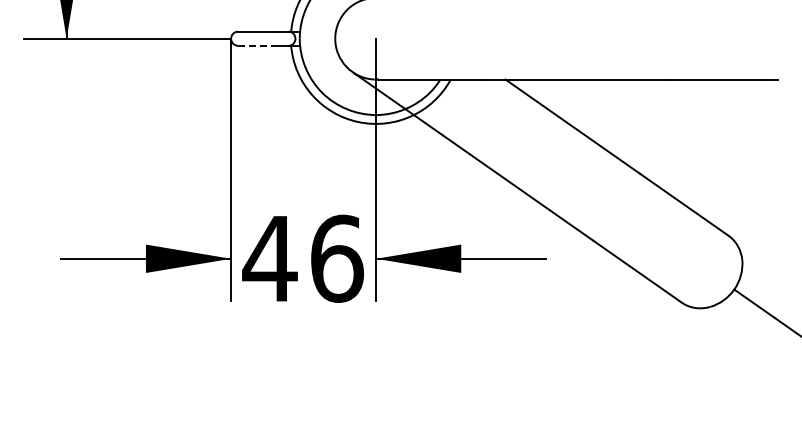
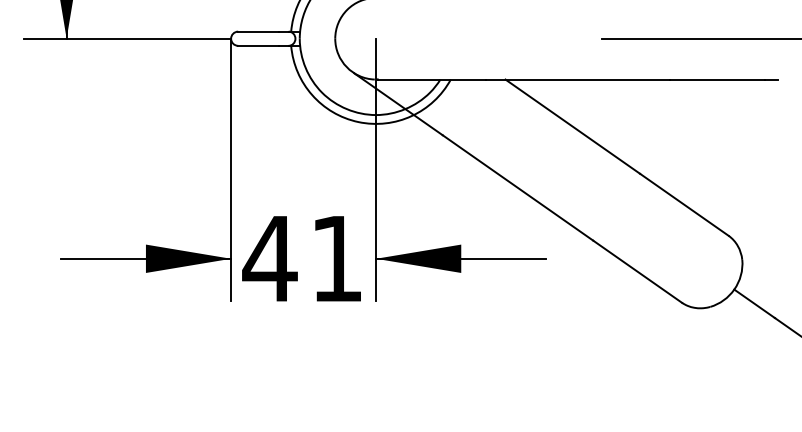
line at (699, 38): none -> present
line at (258, 45): dashed -> solid
text at (337, 258): 46 -> 41
